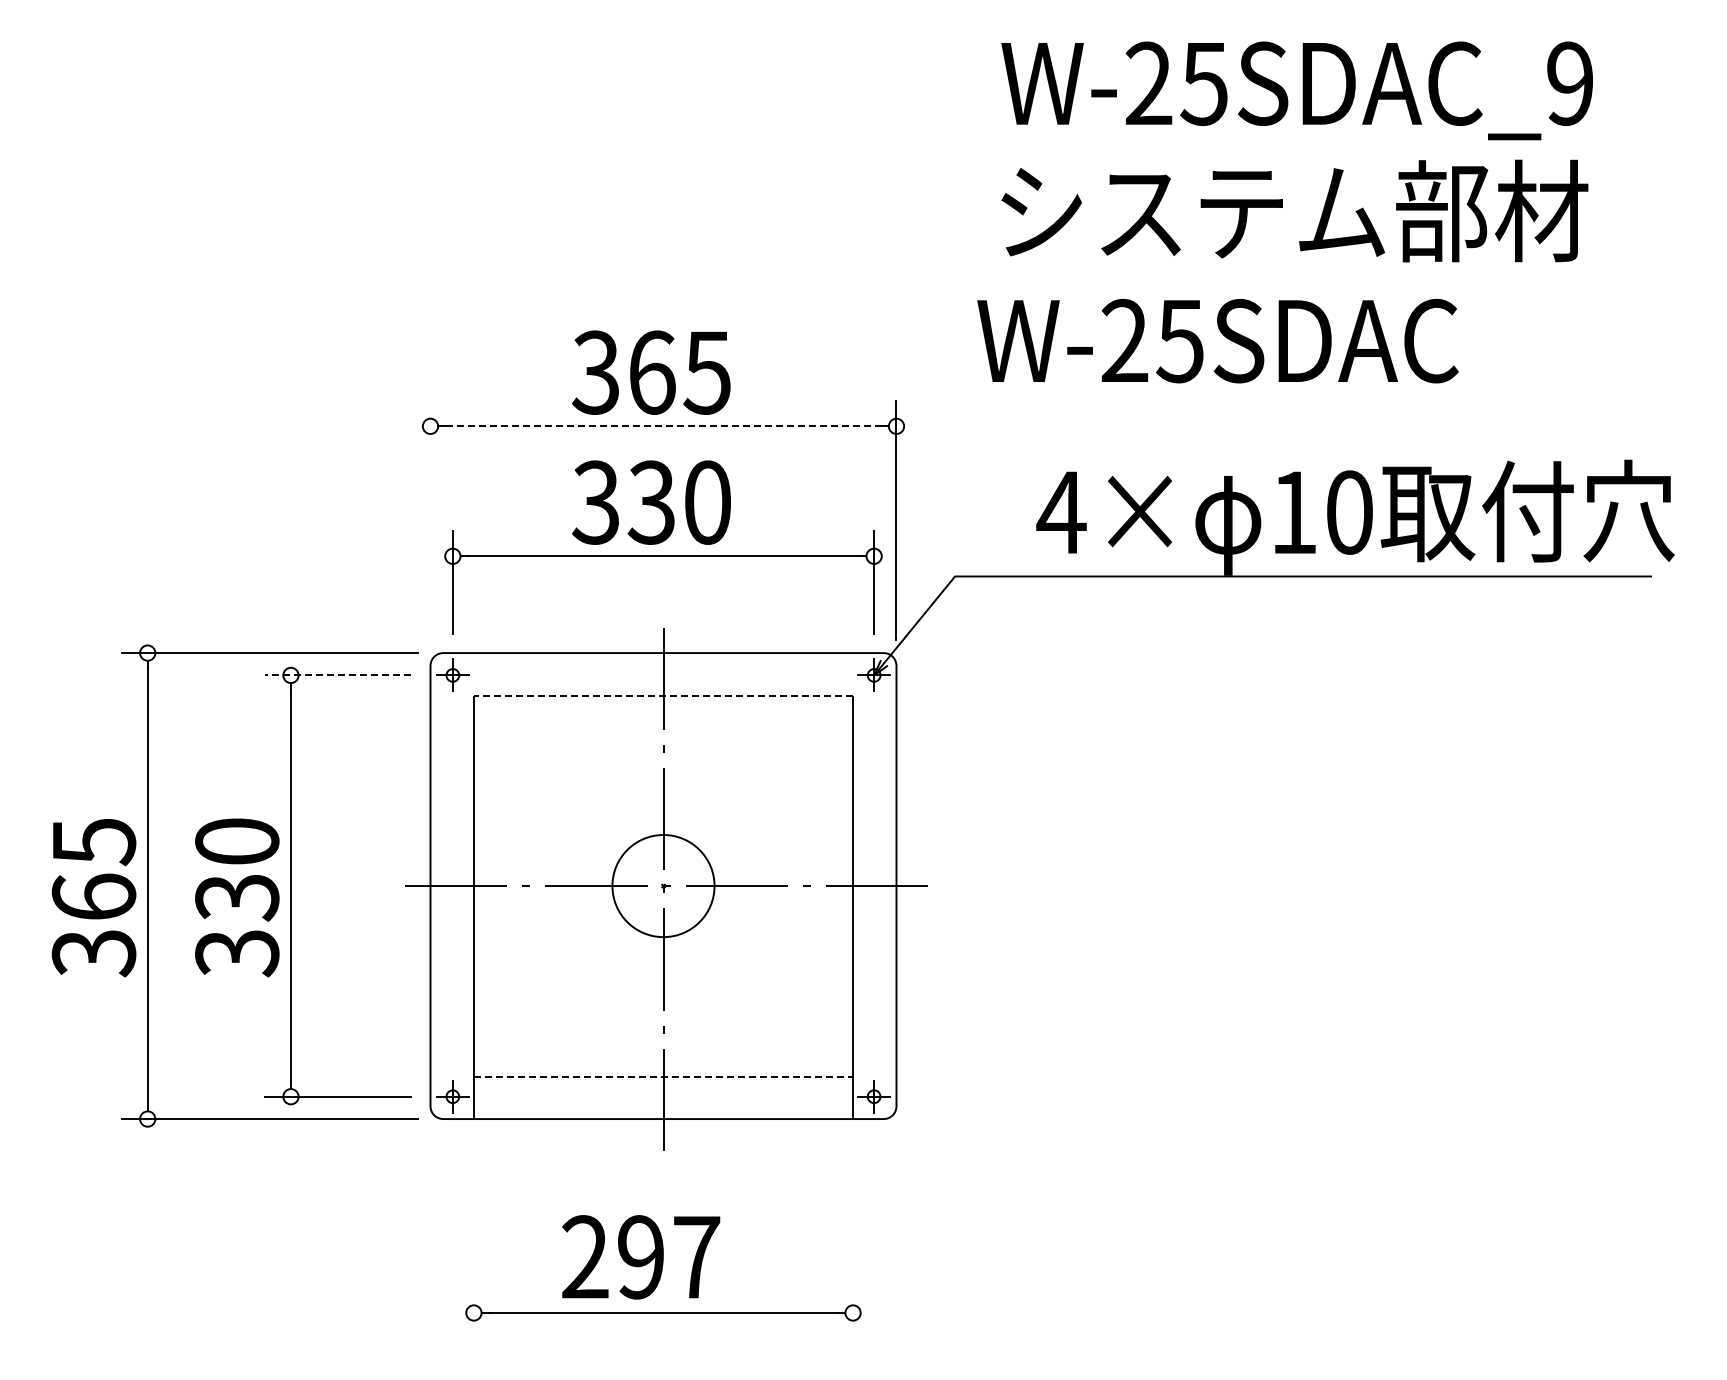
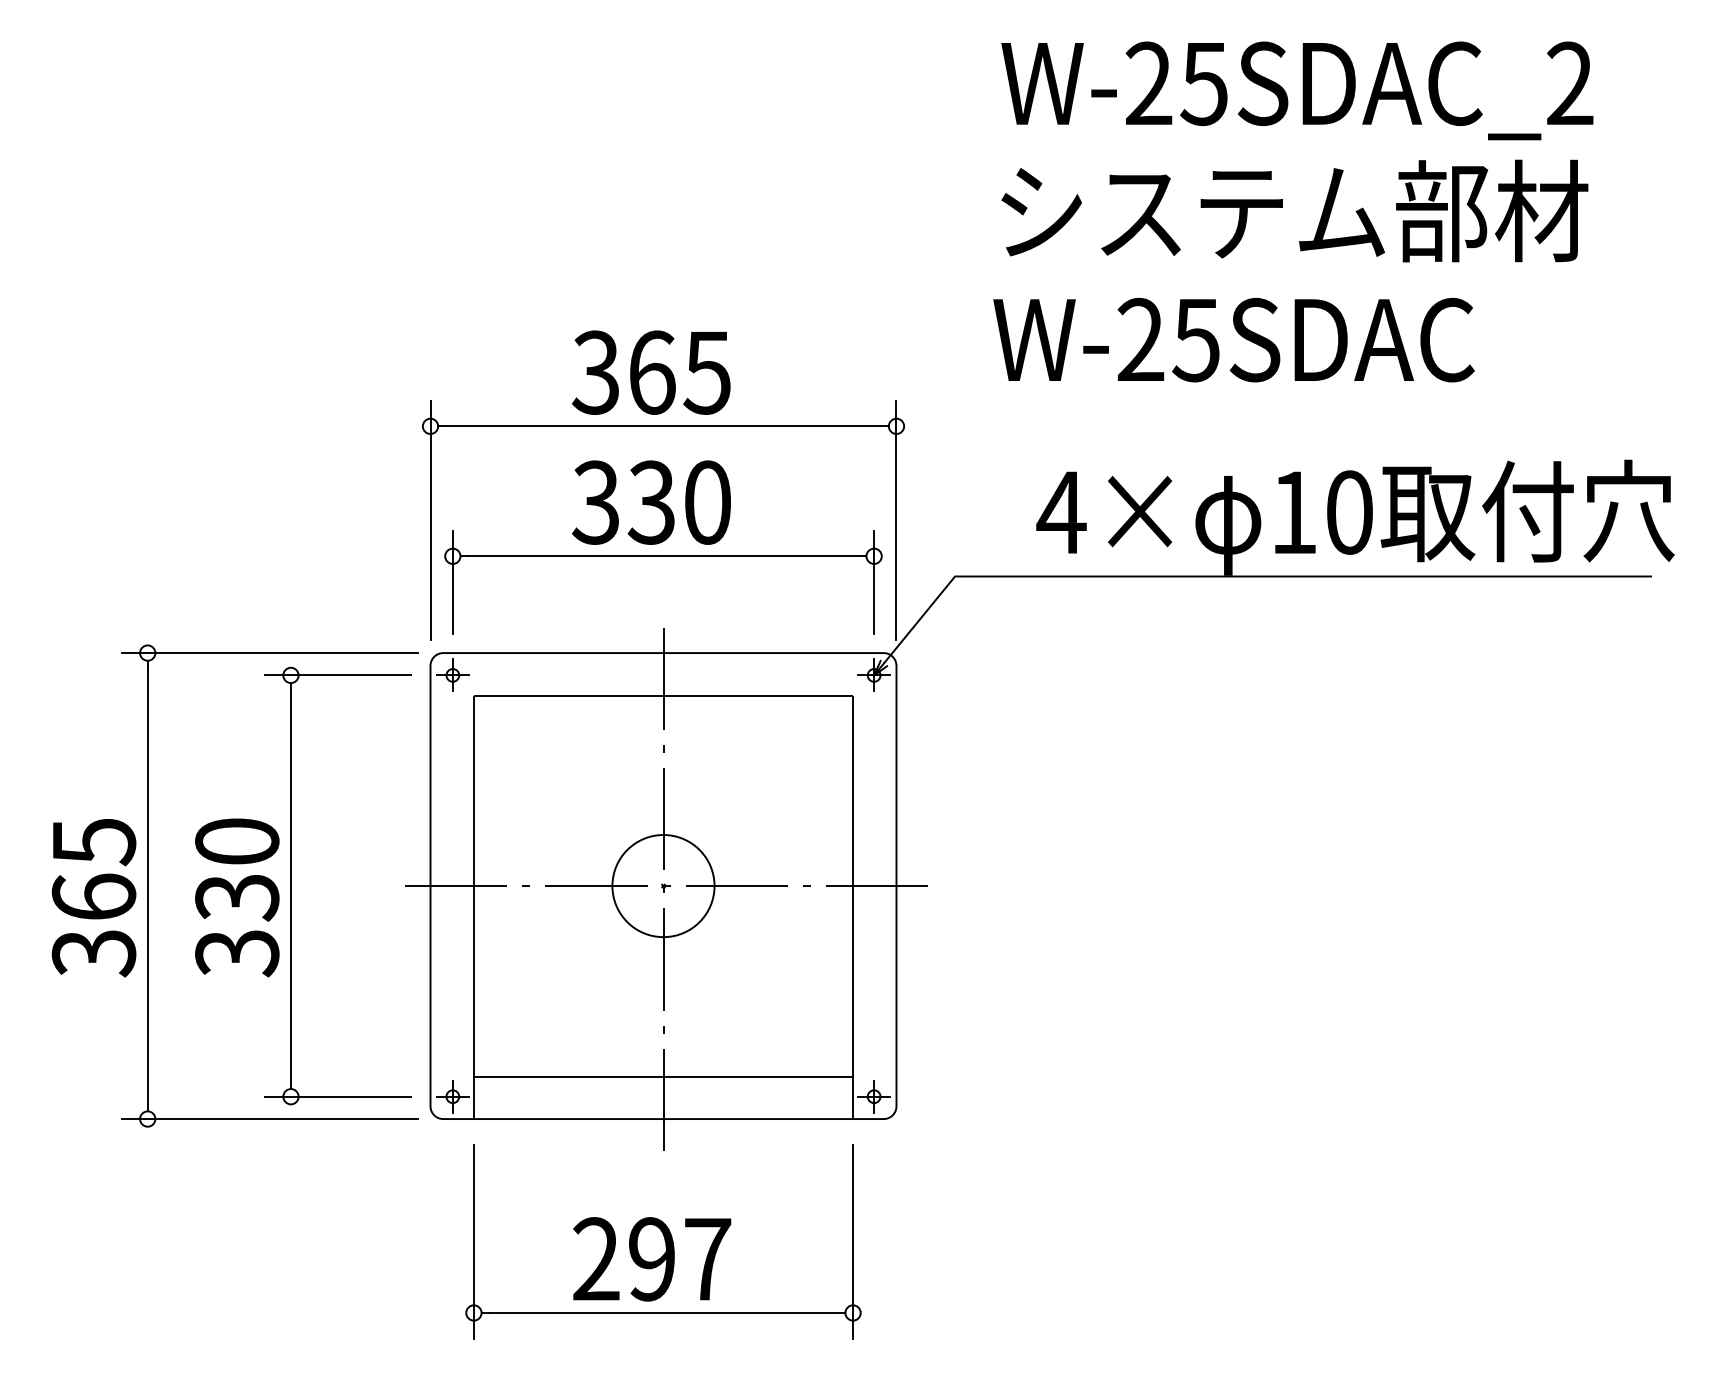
text at (1570, 83): W-25SDAC_9 -> W-25SDAC_2
text at (1217, 340) position: (1217, 340) -> (1233, 339)
line at (663, 426): dashed -> solid
line at (430, 520): none -> present
line at (338, 675): dashed -> solid
line at (663, 696): dashed -> solid
line at (663, 1076): dashed -> solid
line at (473, 1241): none -> present
line at (853, 1241): none -> present
text at (641, 1257) position: (641, 1257) -> (652, 1259)
